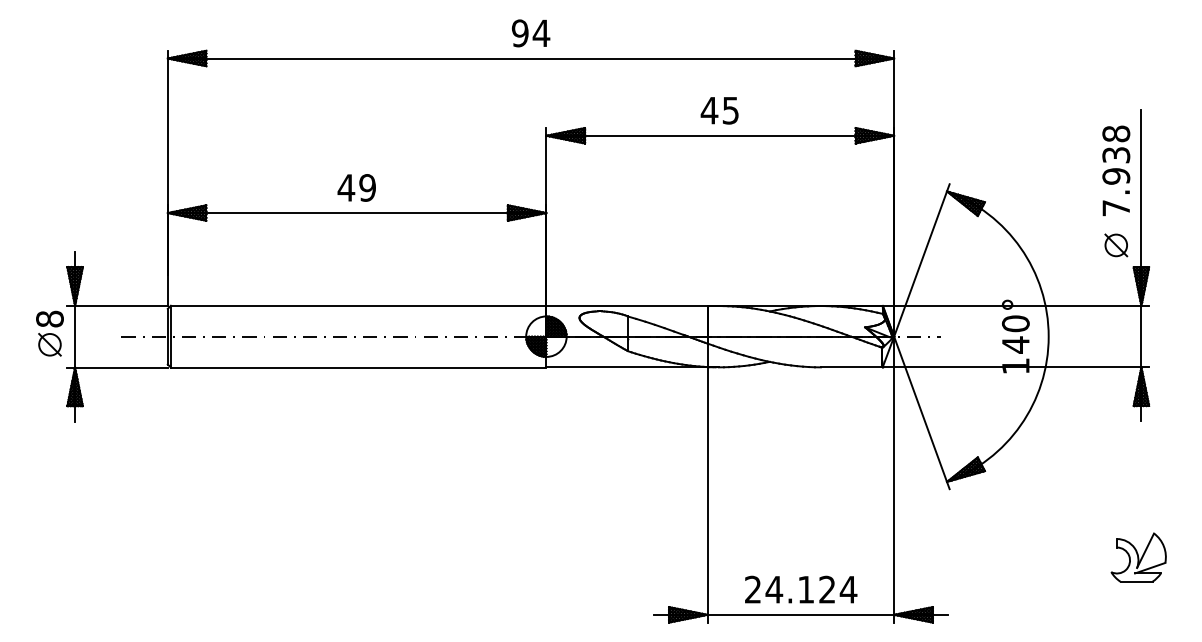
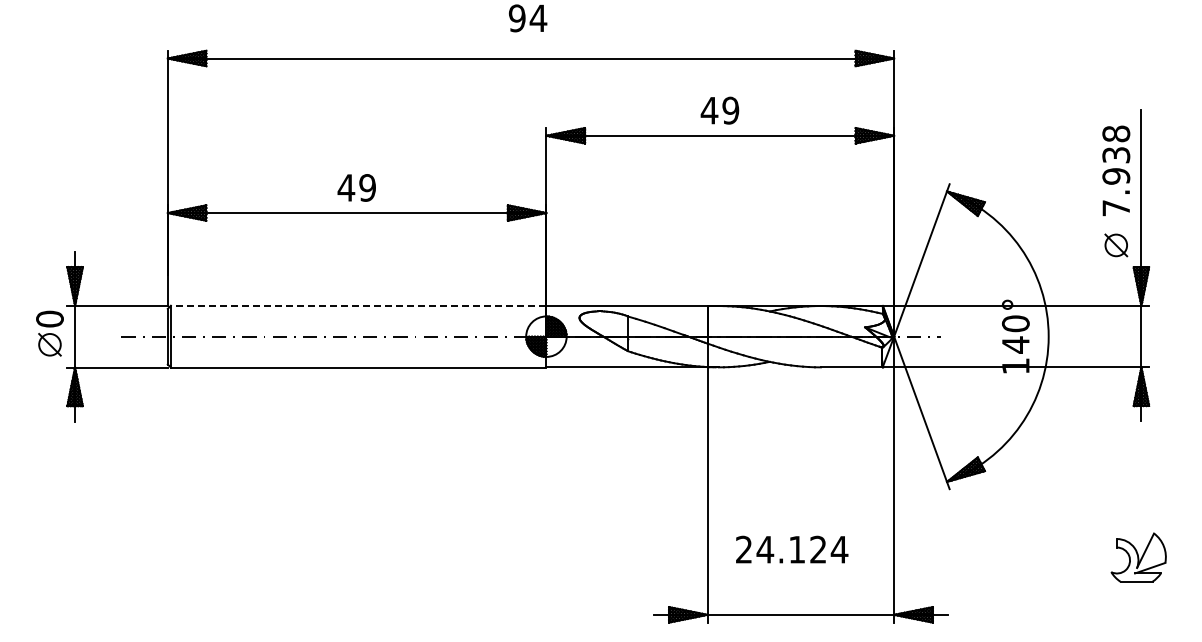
text at (531, 33) position: (531, 33) -> (528, 18)
text at (730, 110): 45 -> 49
line at (358, 305): solid -> dashed
text at (49, 318): 8 -> 0
text at (801, 589) position: (801, 589) -> (792, 549)
